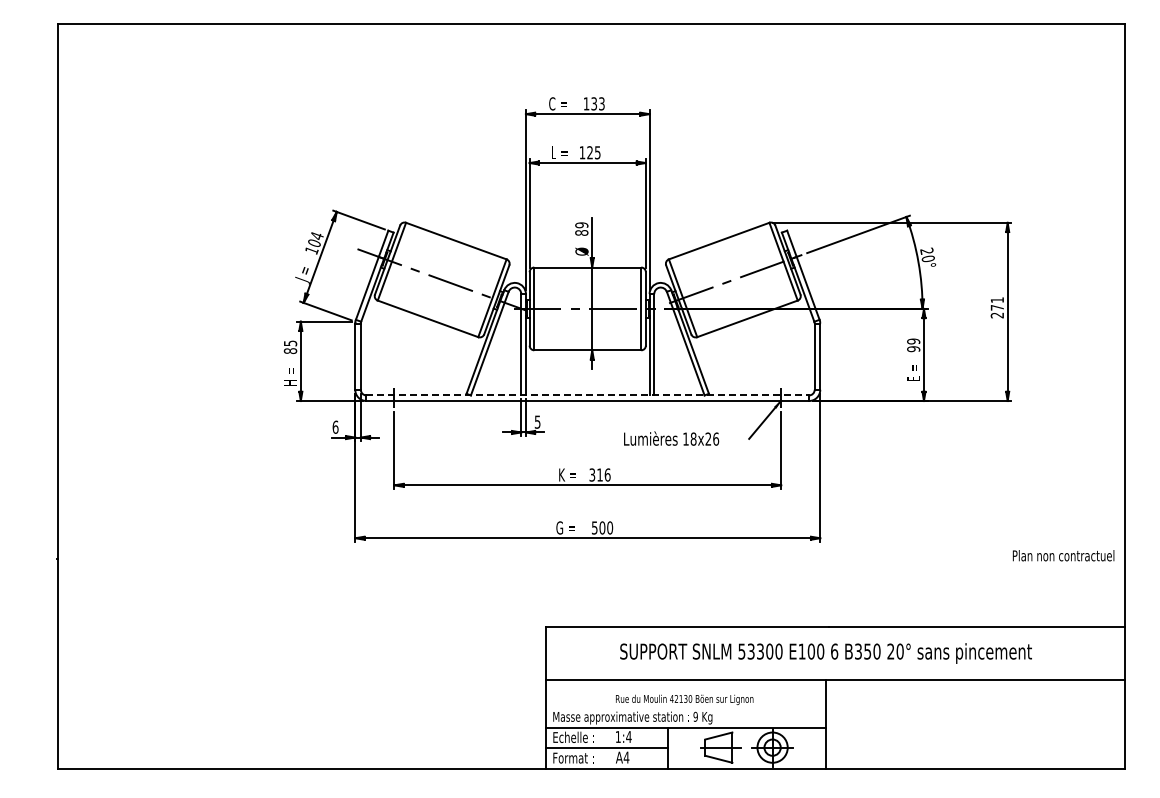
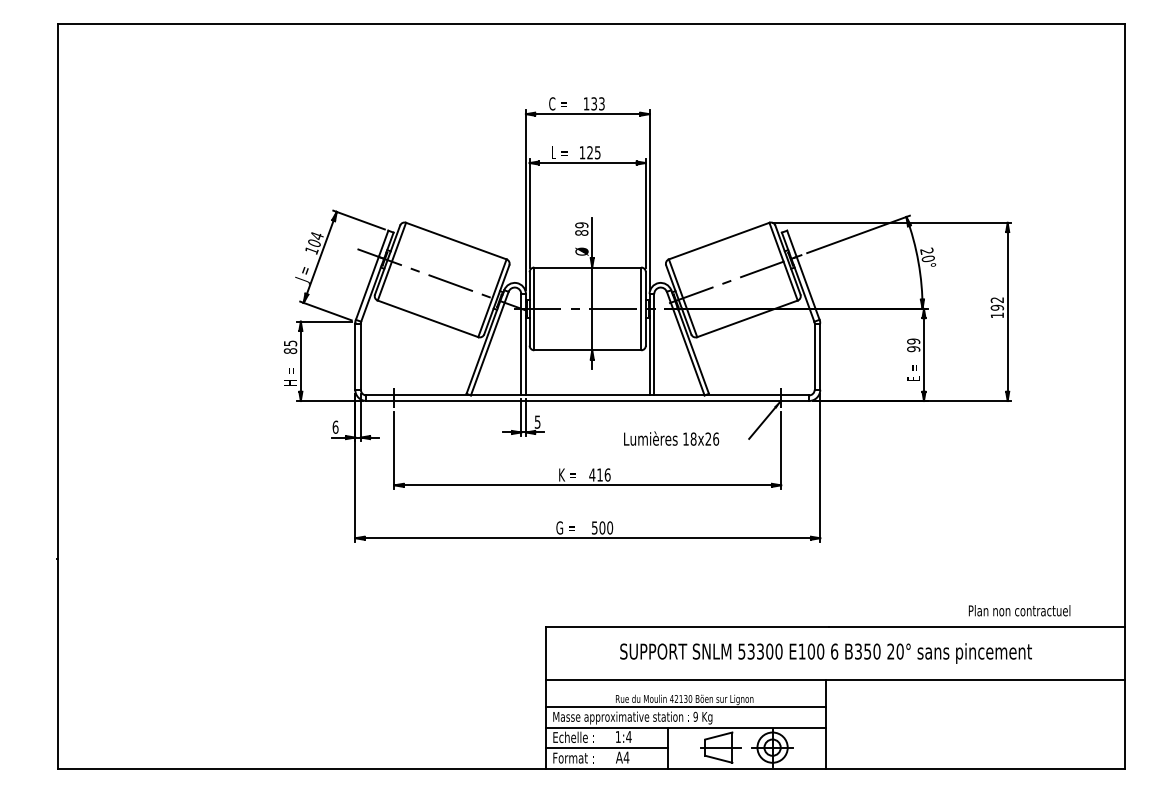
text at (997, 307): 271 -> 192
line at (588, 395): dashed -> solid
text at (592, 474): 316 -> 416
text at (1063, 555) position: (1063, 555) -> (1019, 610)
line at (686, 707): none -> present
